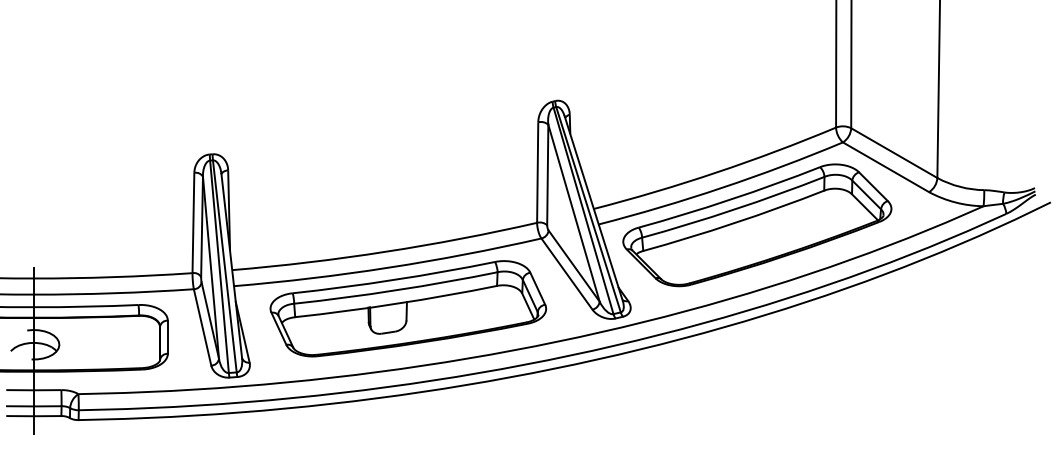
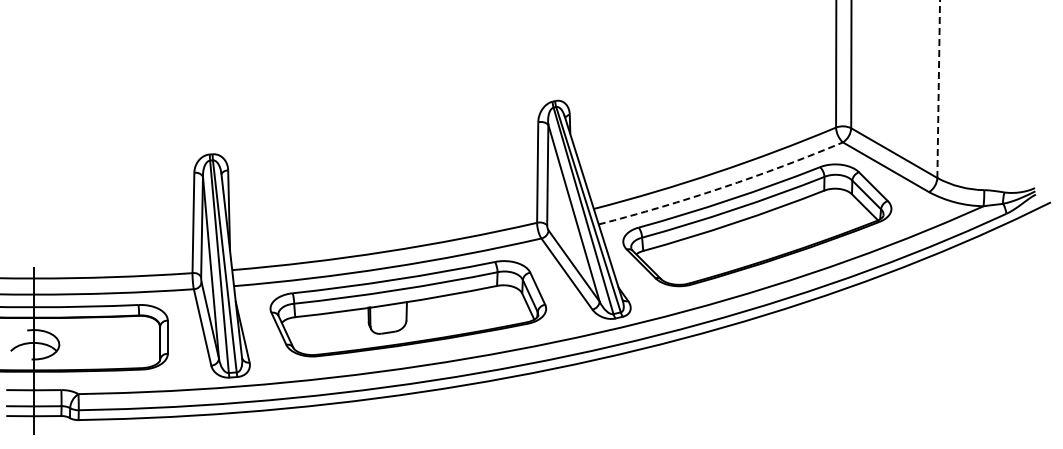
line at (938, 89): solid -> dashed
arc at (722, 187): solid -> dashed
